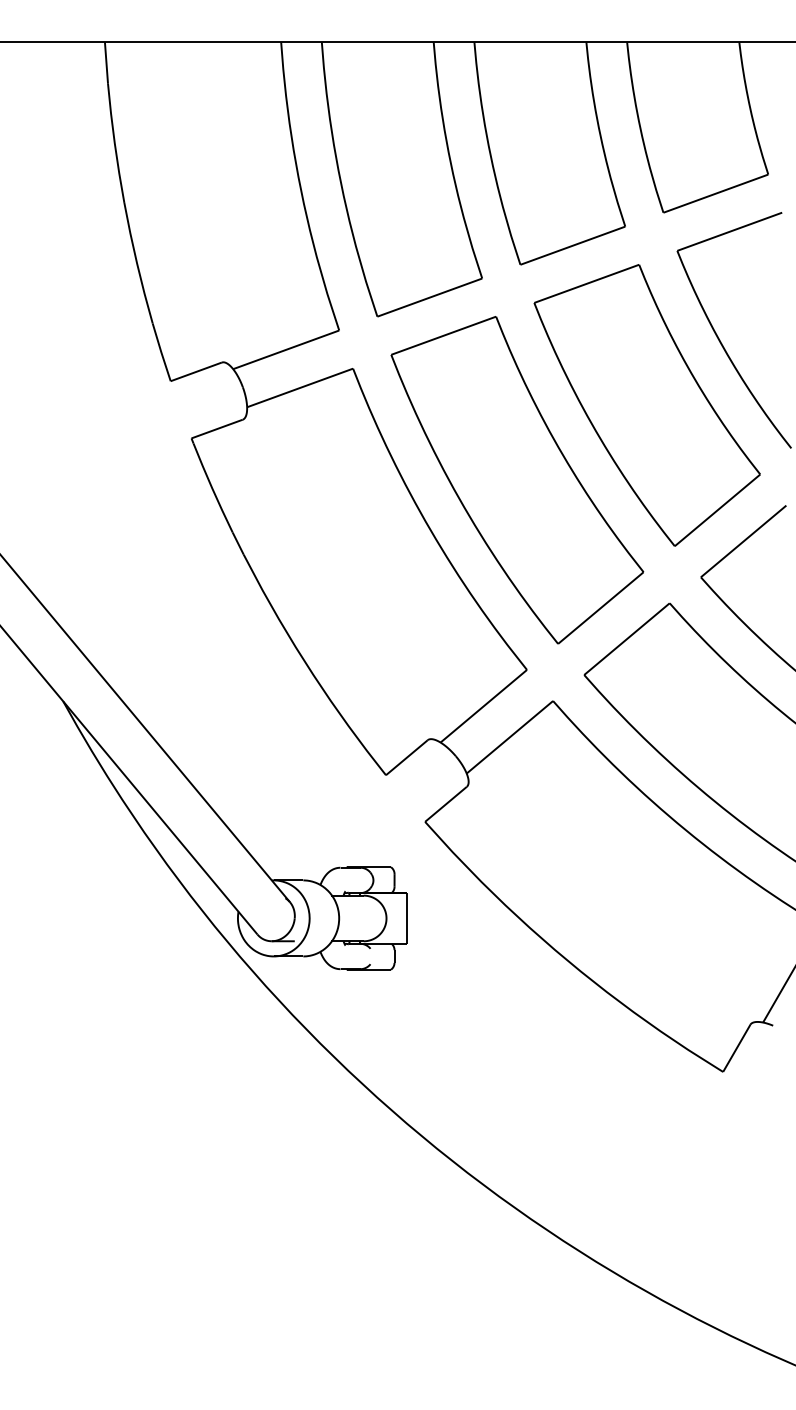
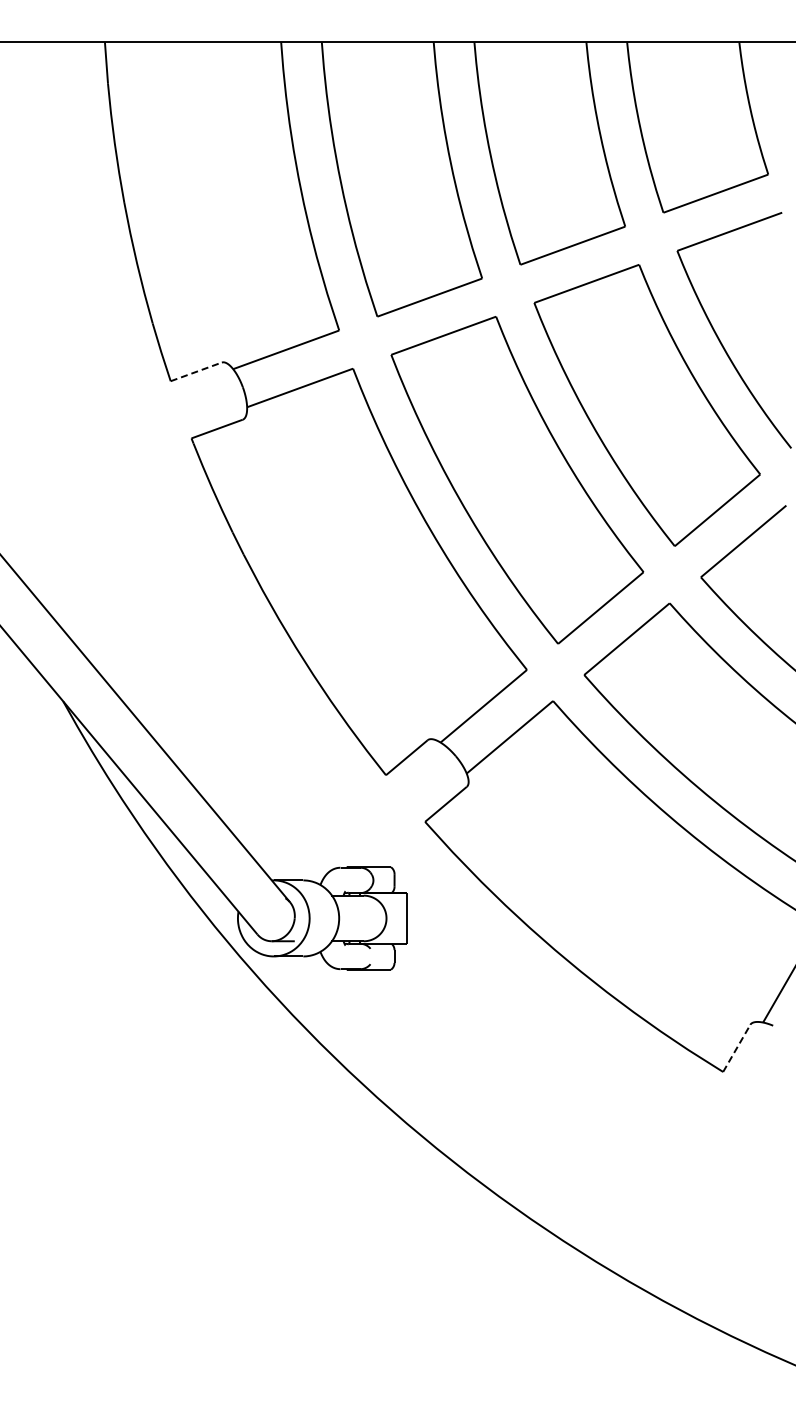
line at (196, 371): solid -> dashed
line at (737, 1047): solid -> dashed
